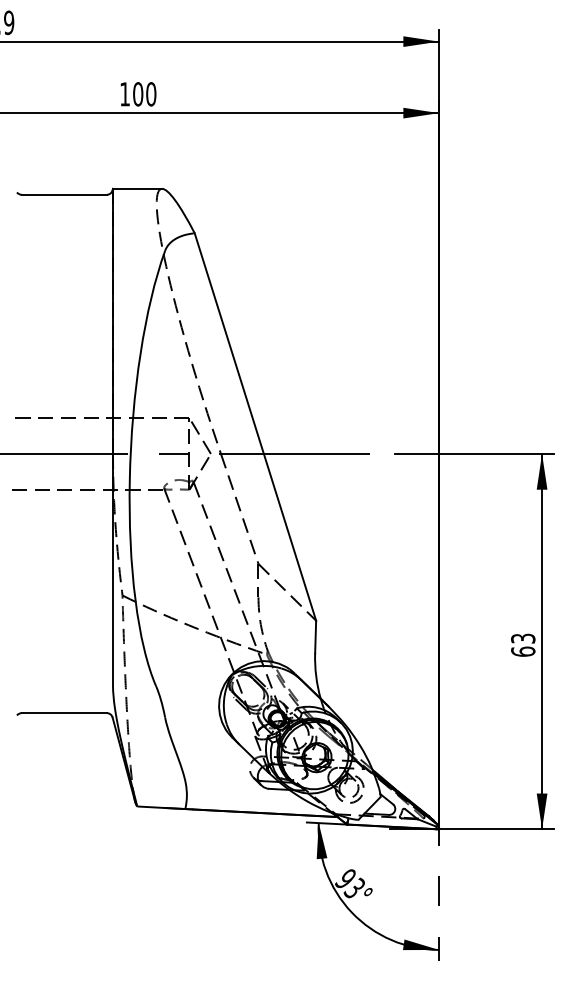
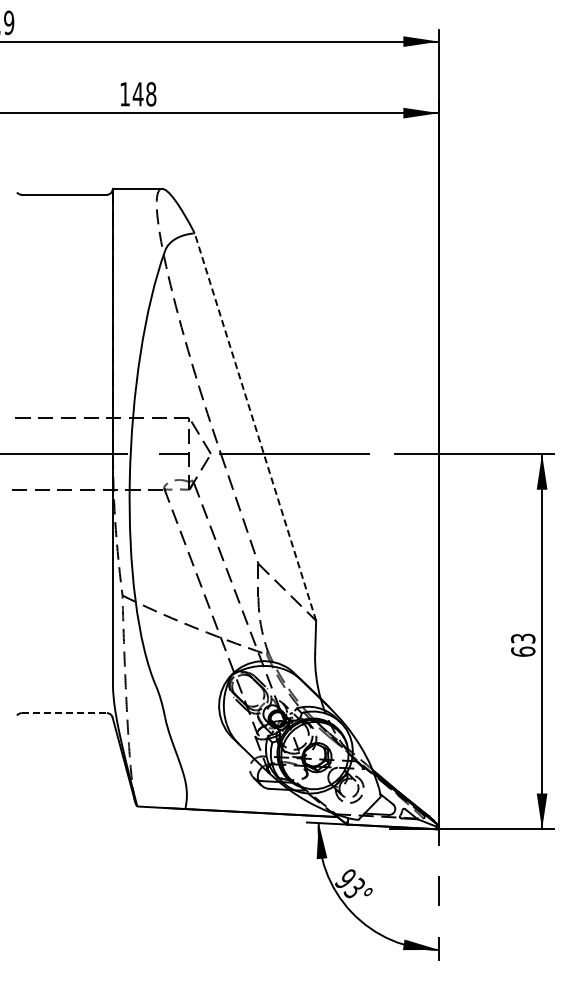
text at (144, 94): 100 -> 148
line at (255, 426): solid -> dashed
line at (64, 713): solid -> dashed
